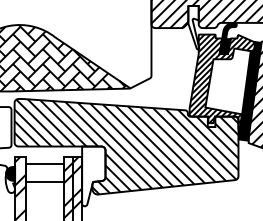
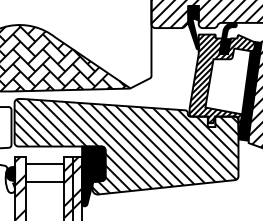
fill at (193, 27): none -> present
fill at (93, 176): none -> present
